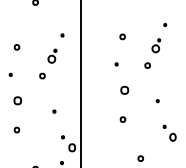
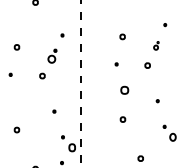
part at (156, 45) size: 11x16 px -> 7x10 px
line at (81, 84): solid -> dashed
part at (17, 100): present -> none
